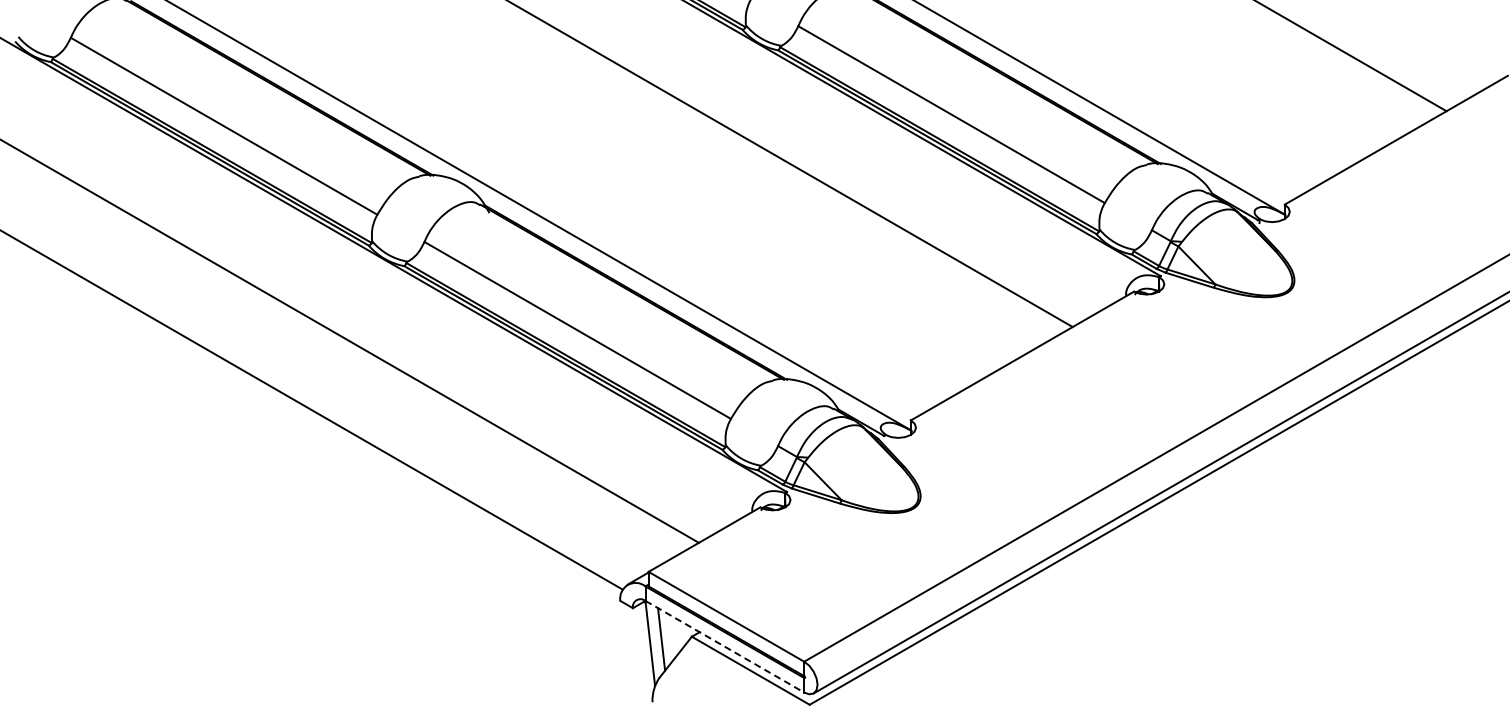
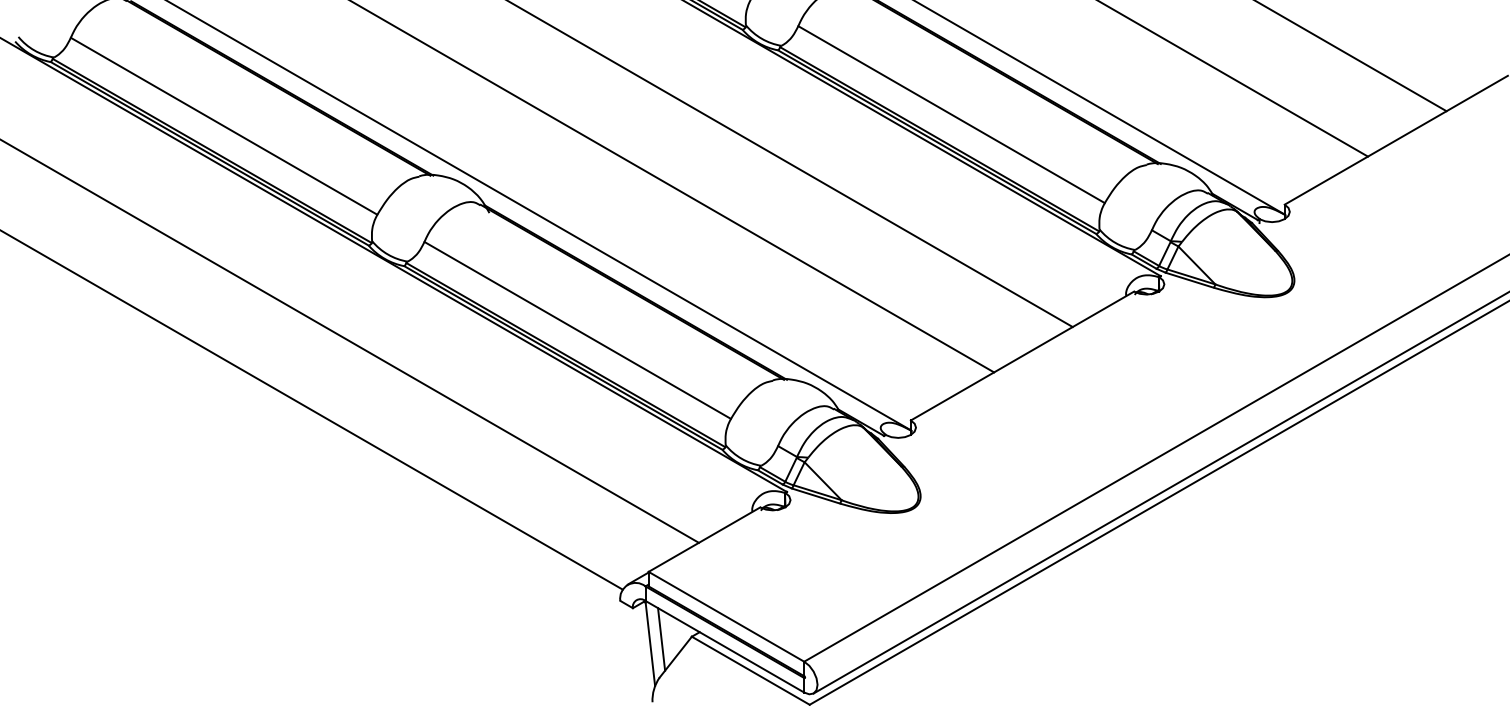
line at (1233, 79): none -> present
line at (673, 187): none -> present
line at (724, 646): dashed -> solid
